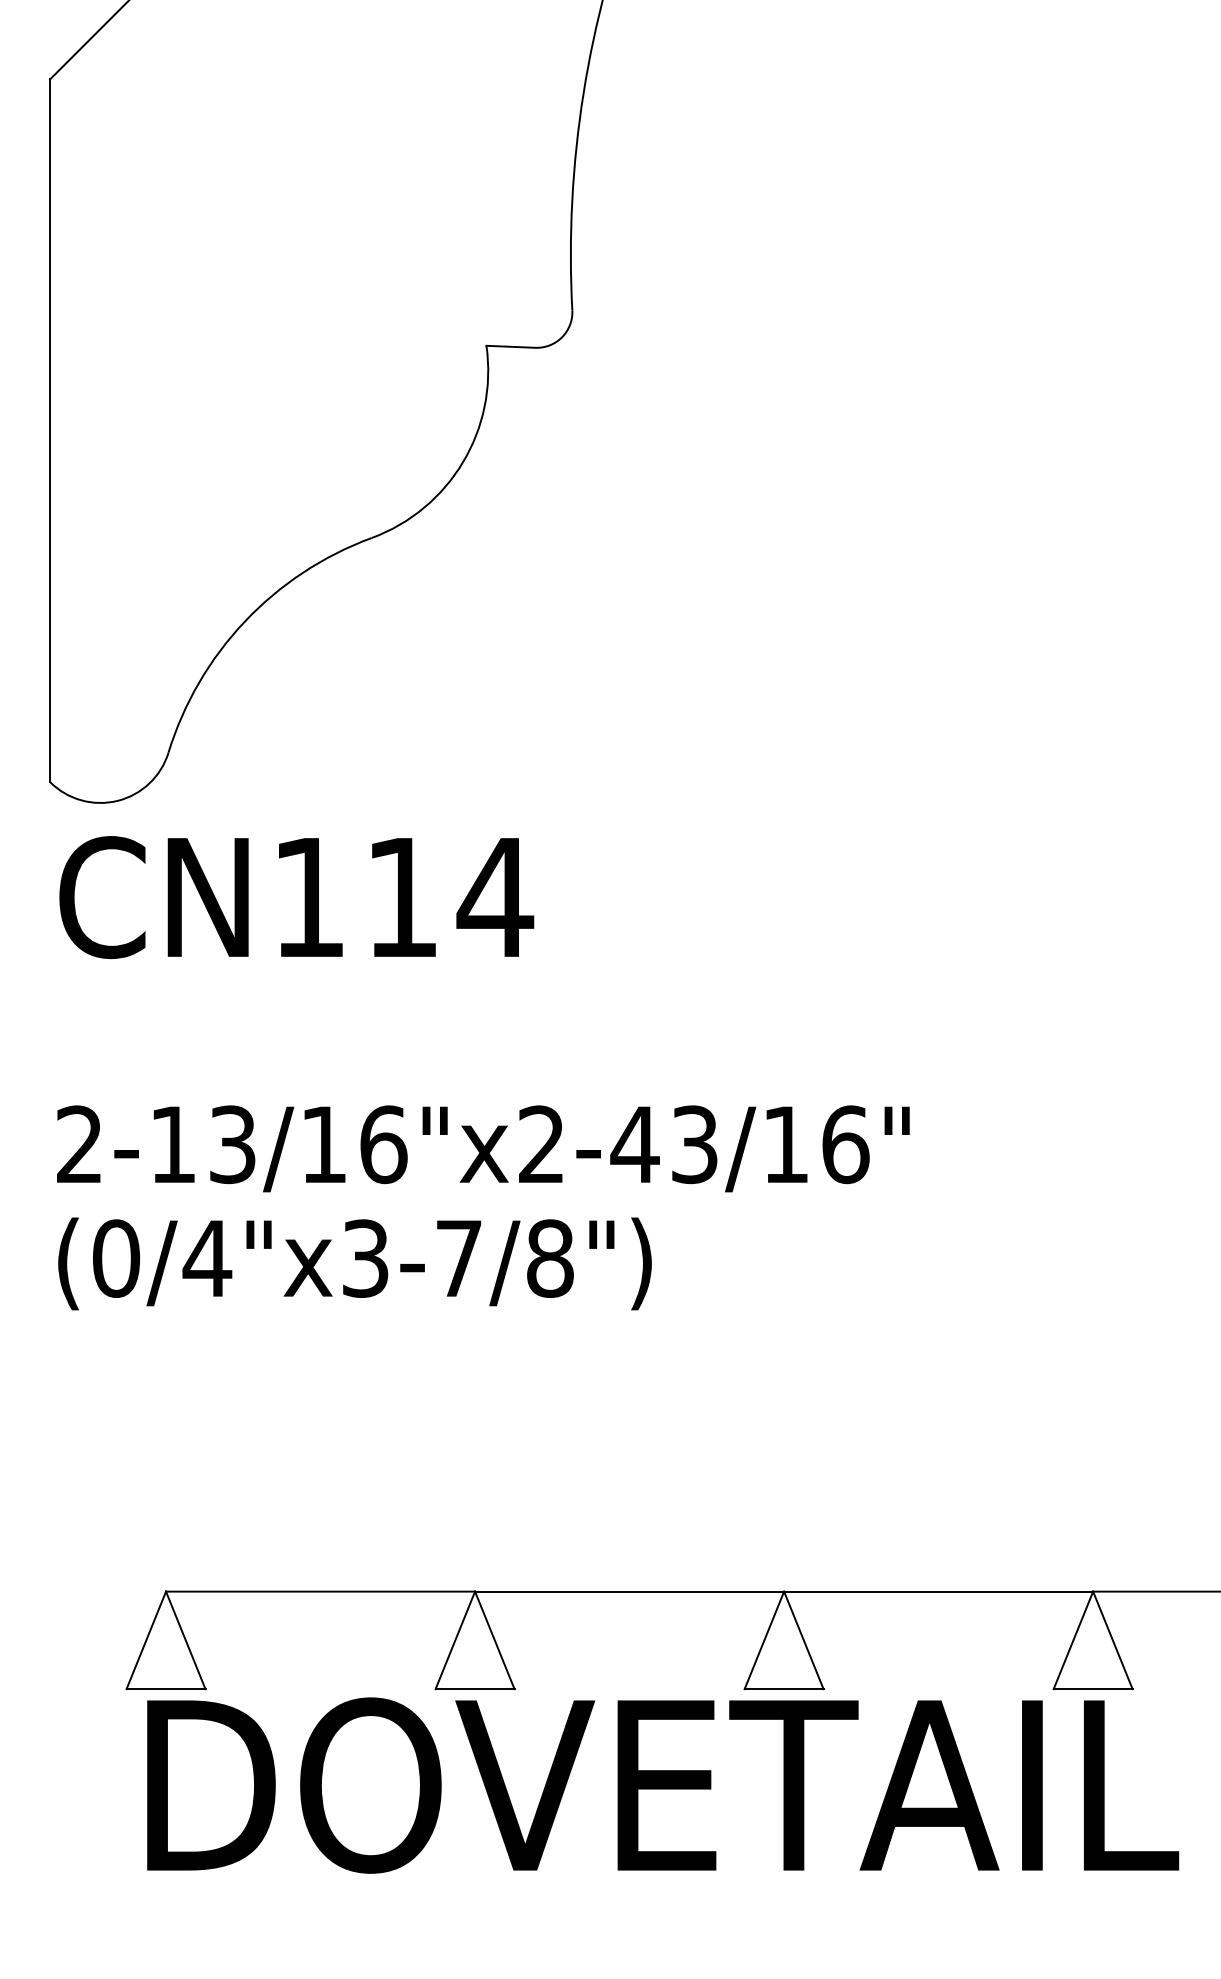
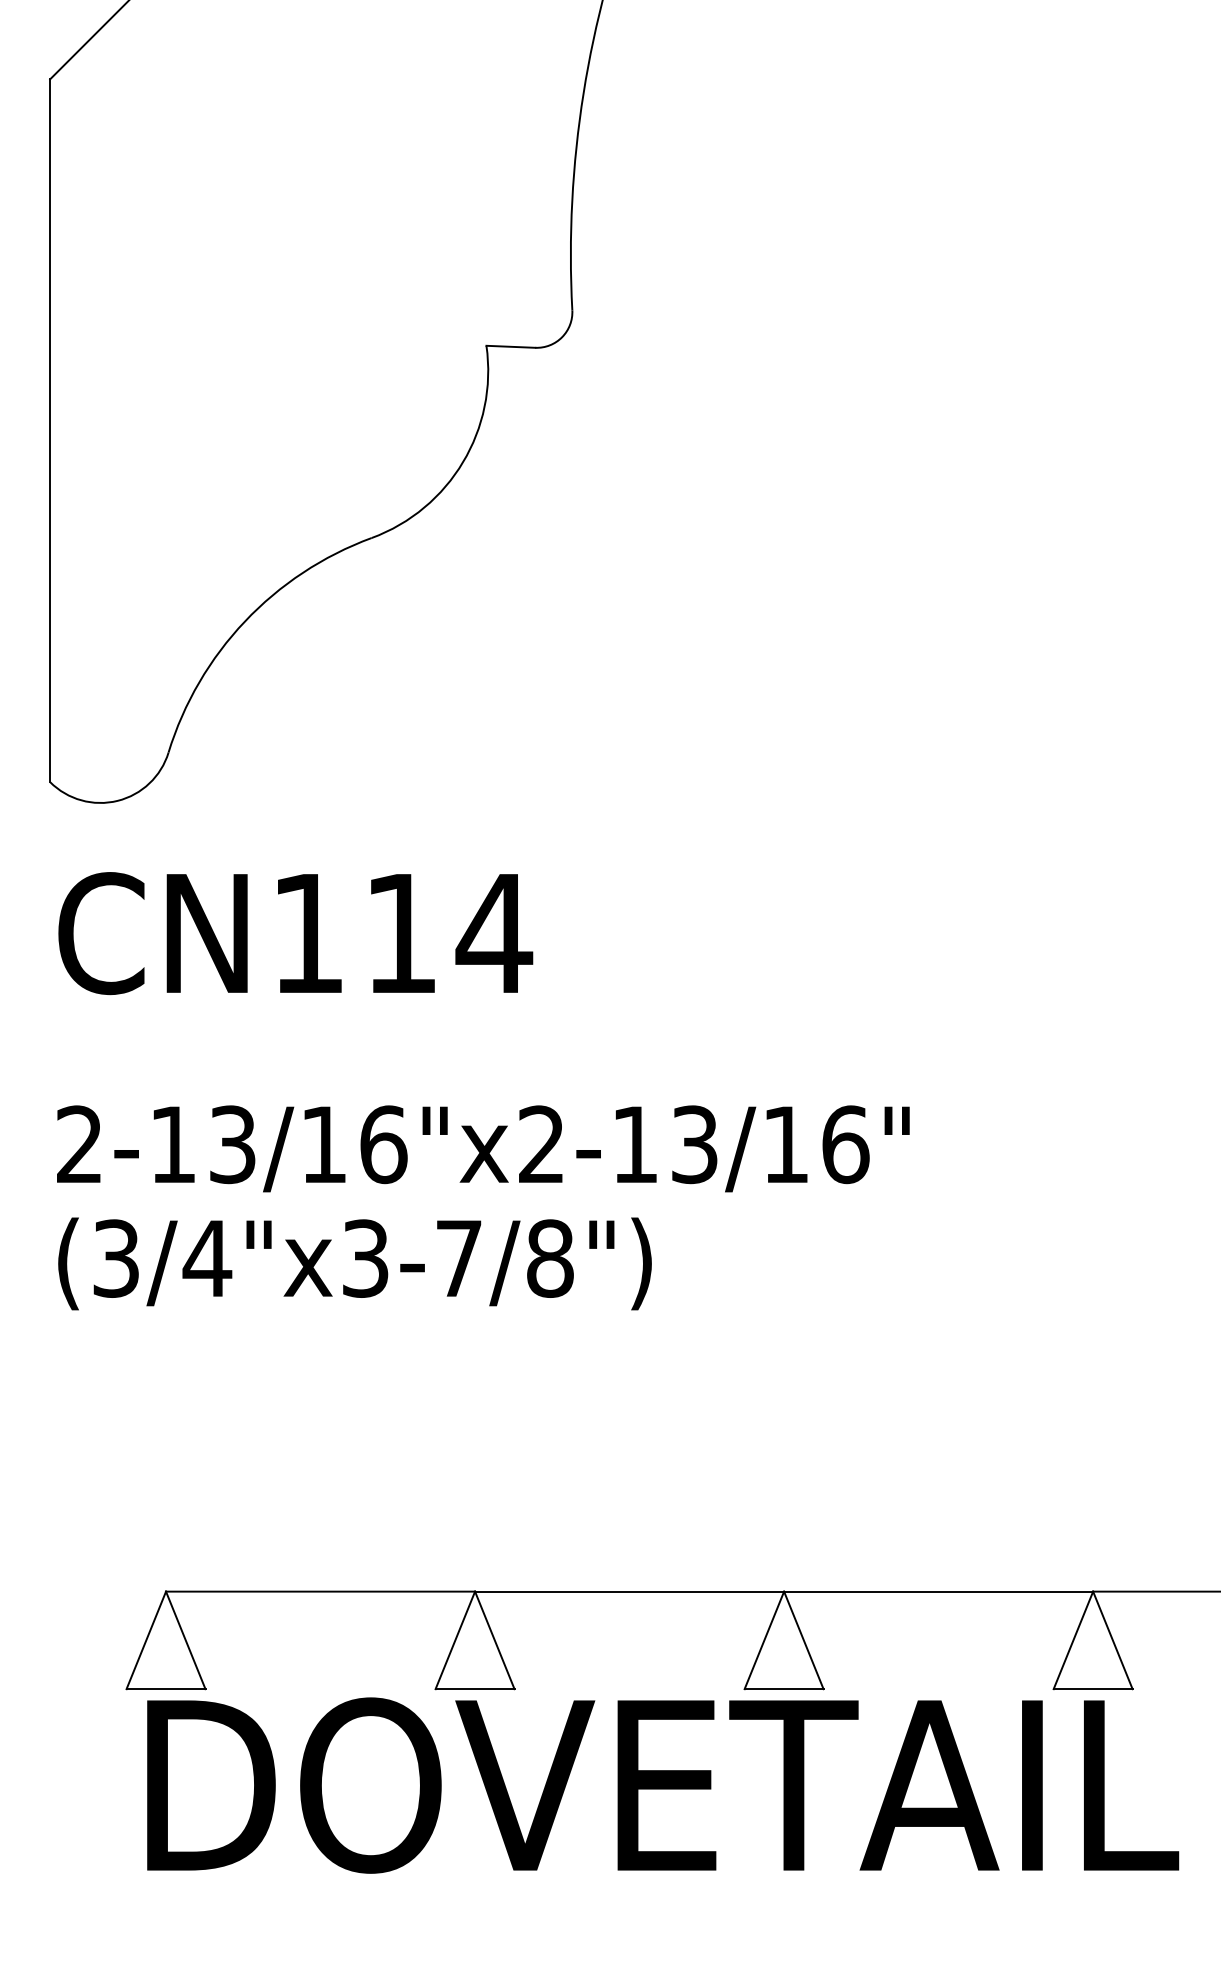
text at (296, 897) position: (296, 897) -> (295, 933)
text at (634, 1144): 2-13/16"x2-43/16" -> 2-13/16"x2-13/16"
text at (116, 1258): (0/4"x3-7/8") -> (3/4"x3-7/8")
